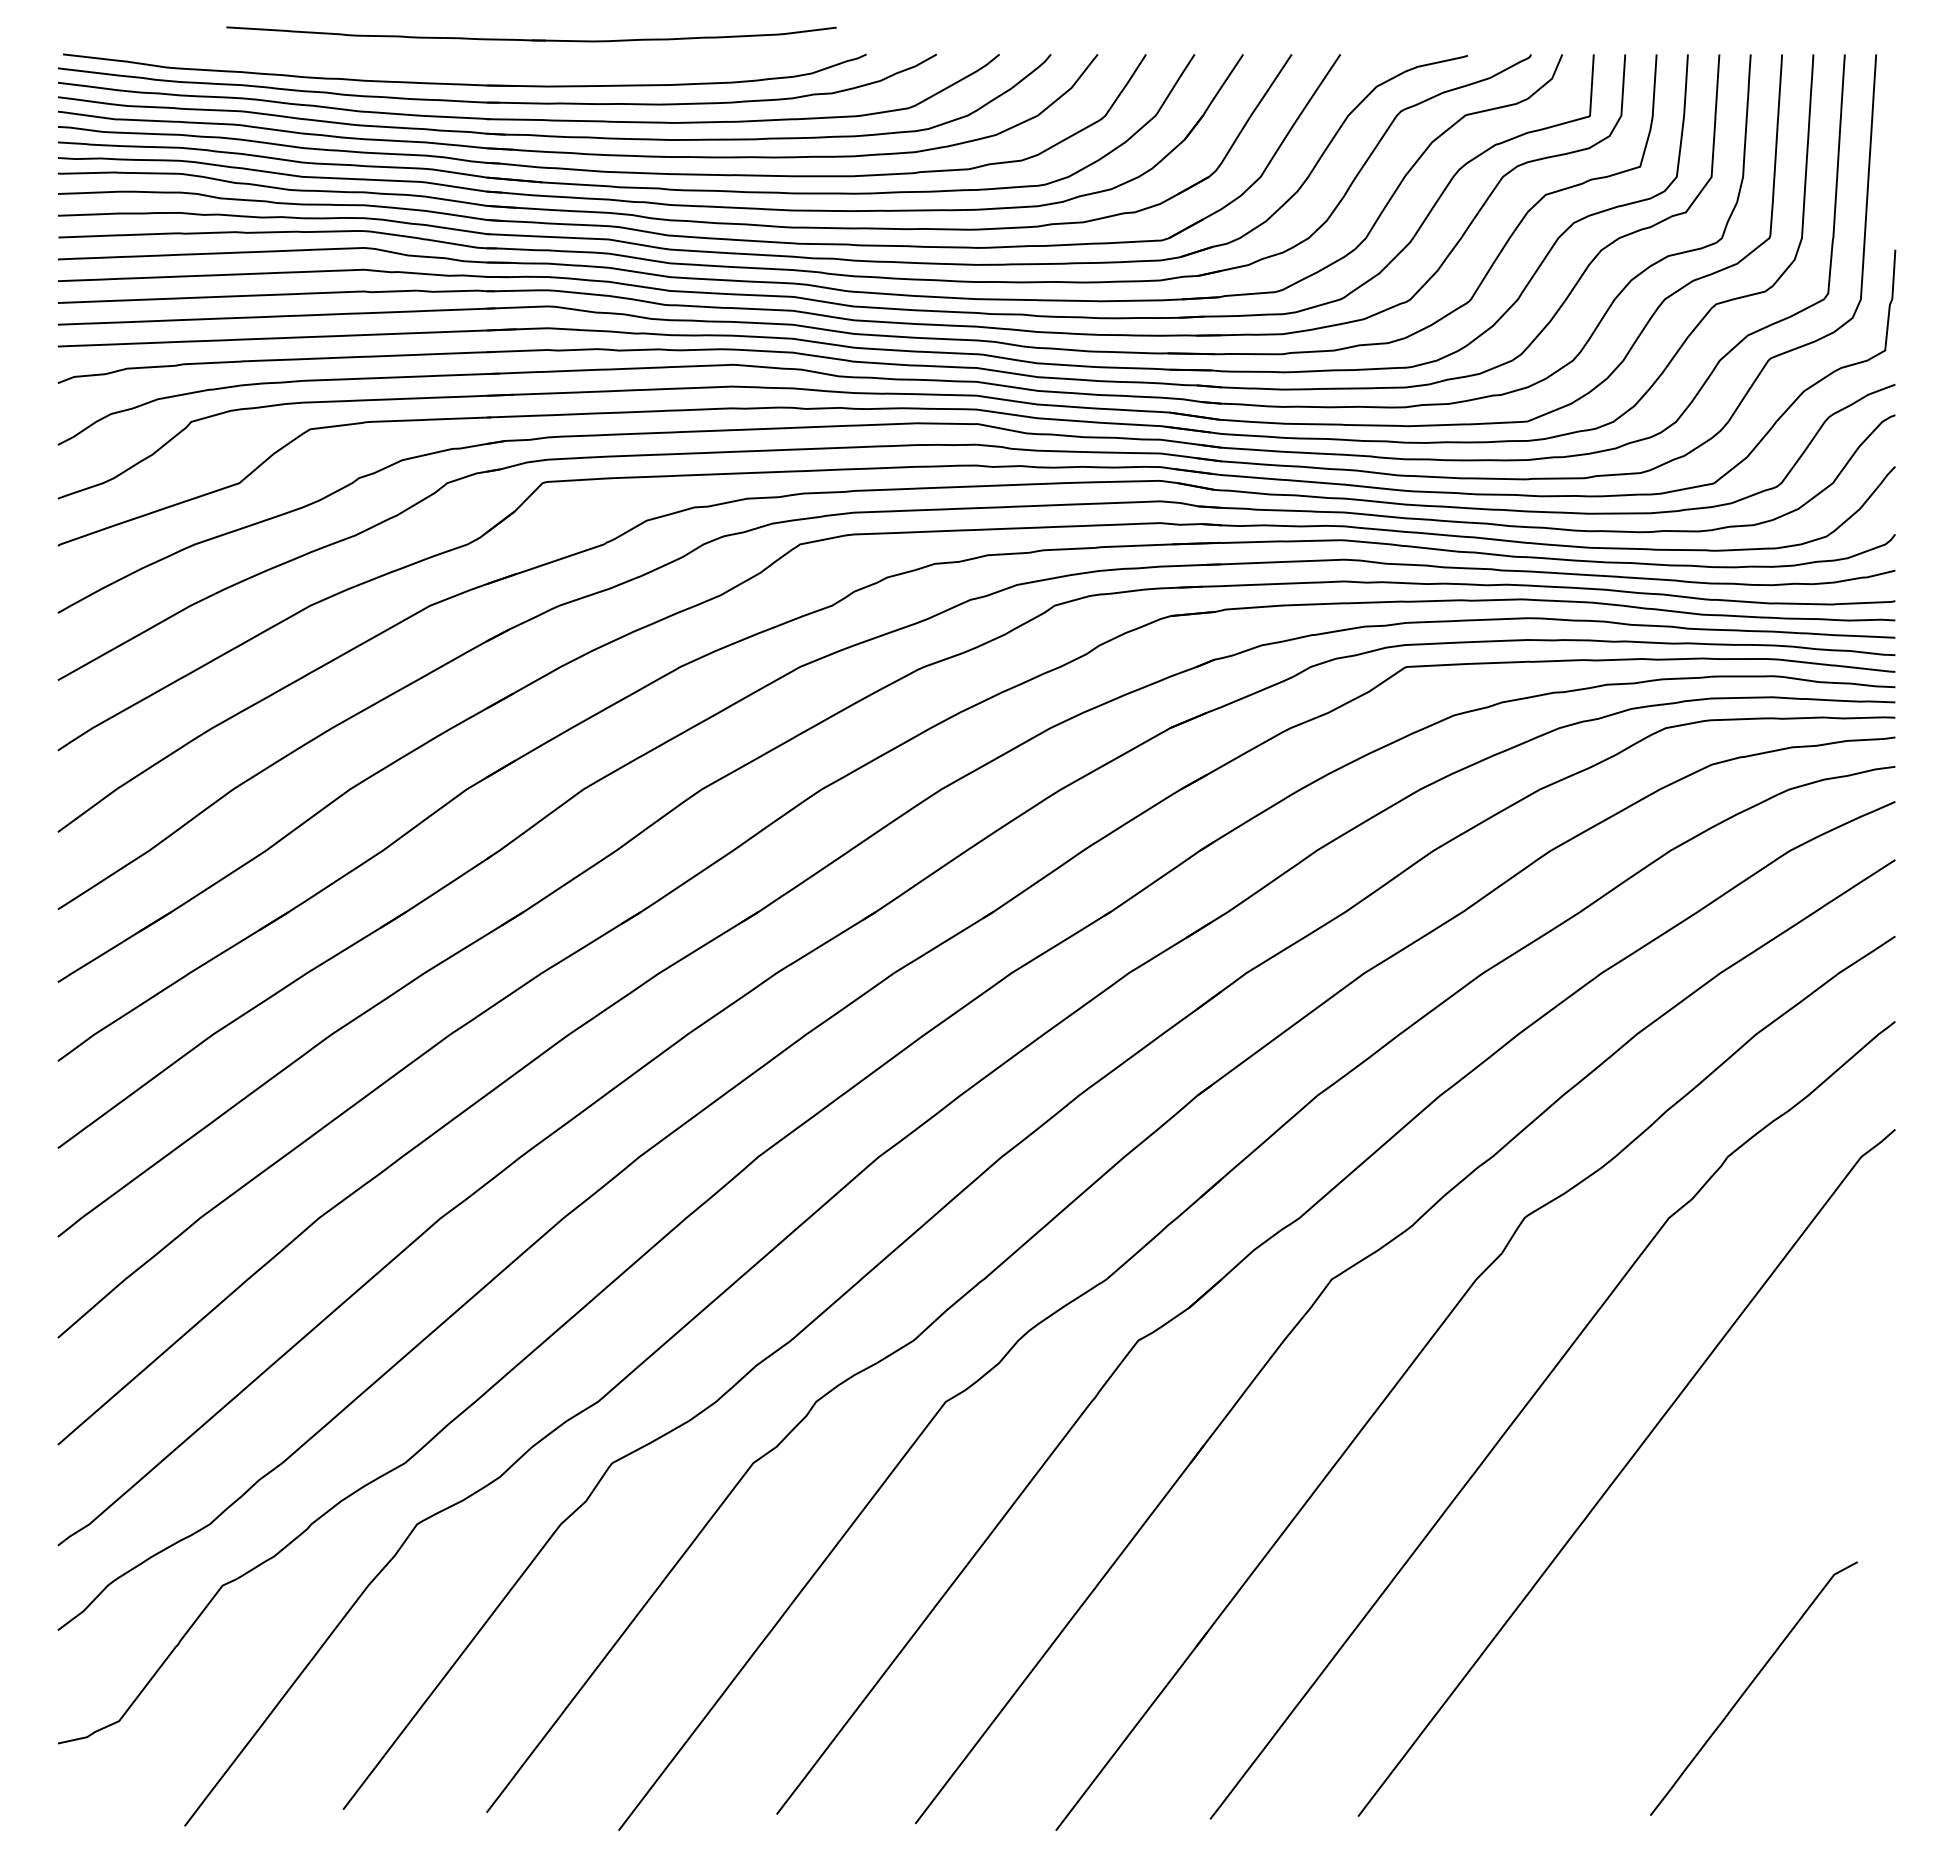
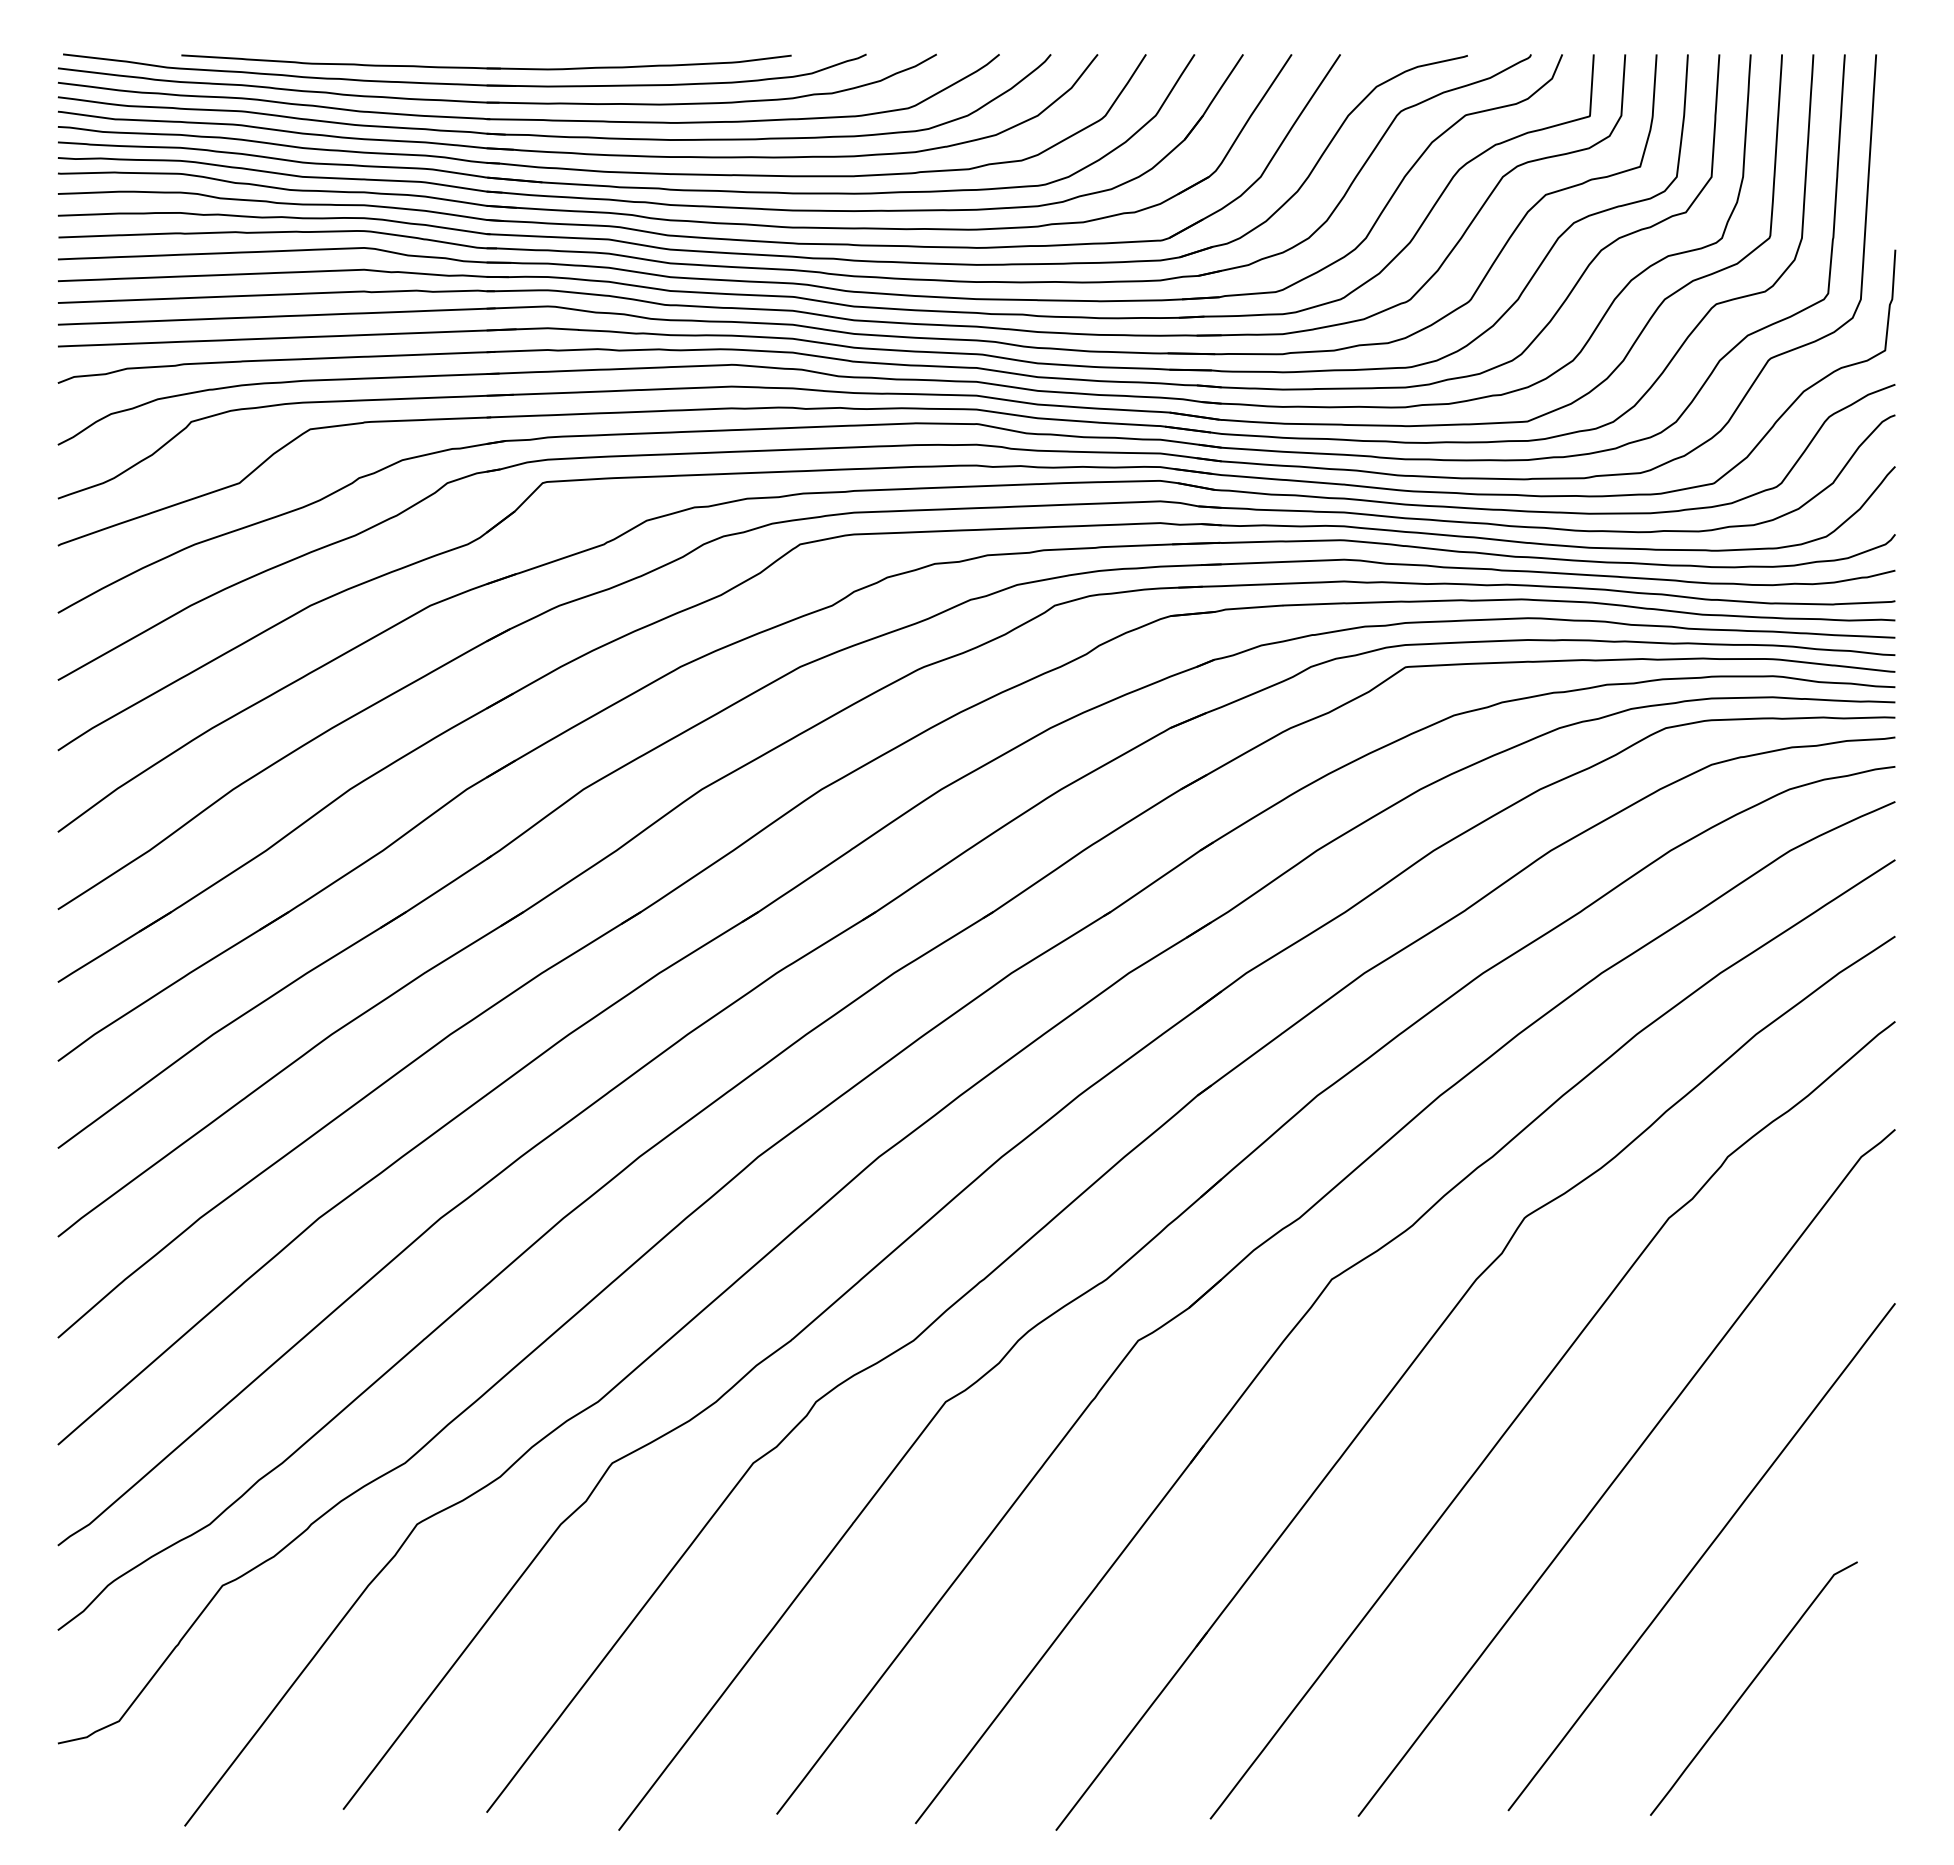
part at (531, 34) position: (531, 34) -> (486, 62)
line at (1701, 1557): none -> present
